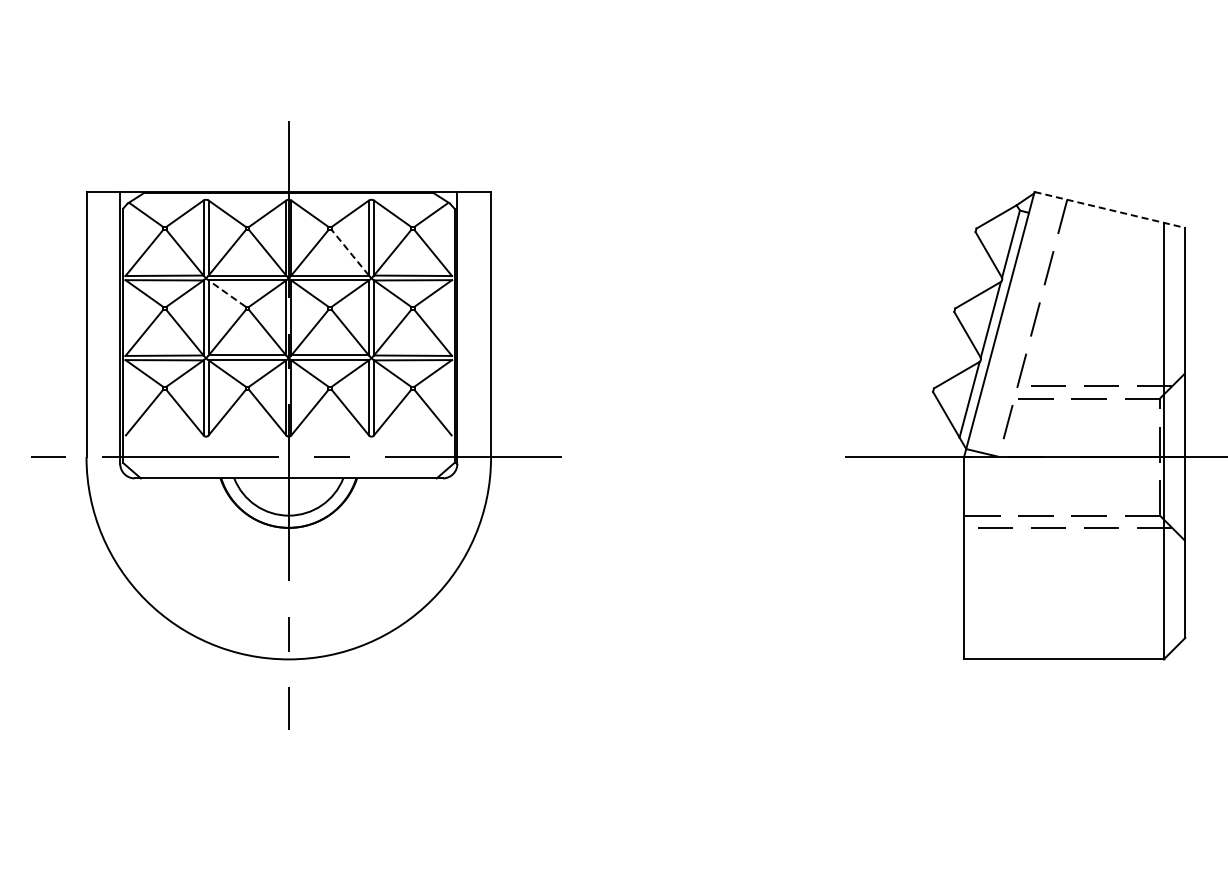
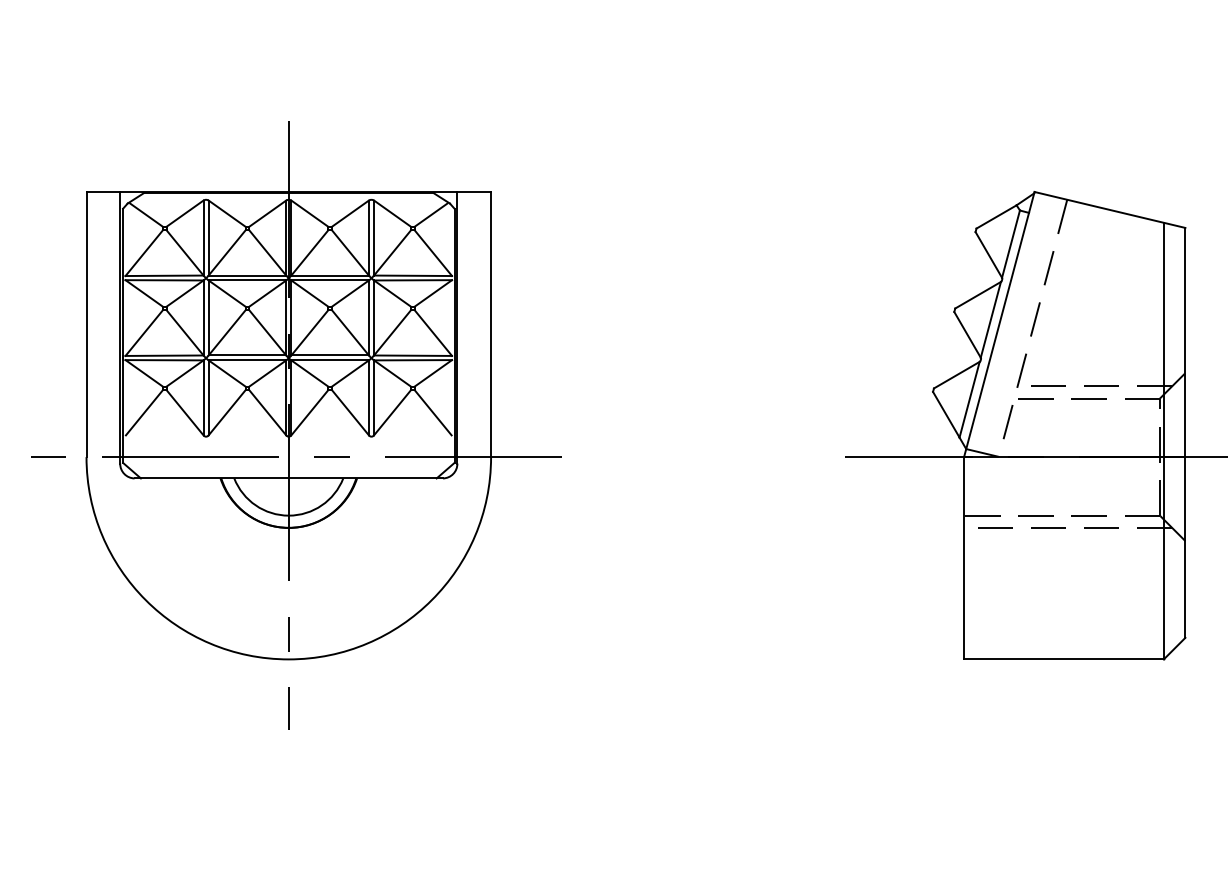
line at (1109, 209): dashed -> solid
line at (350, 252): dashed -> solid
line at (227, 293): dashed -> solid
